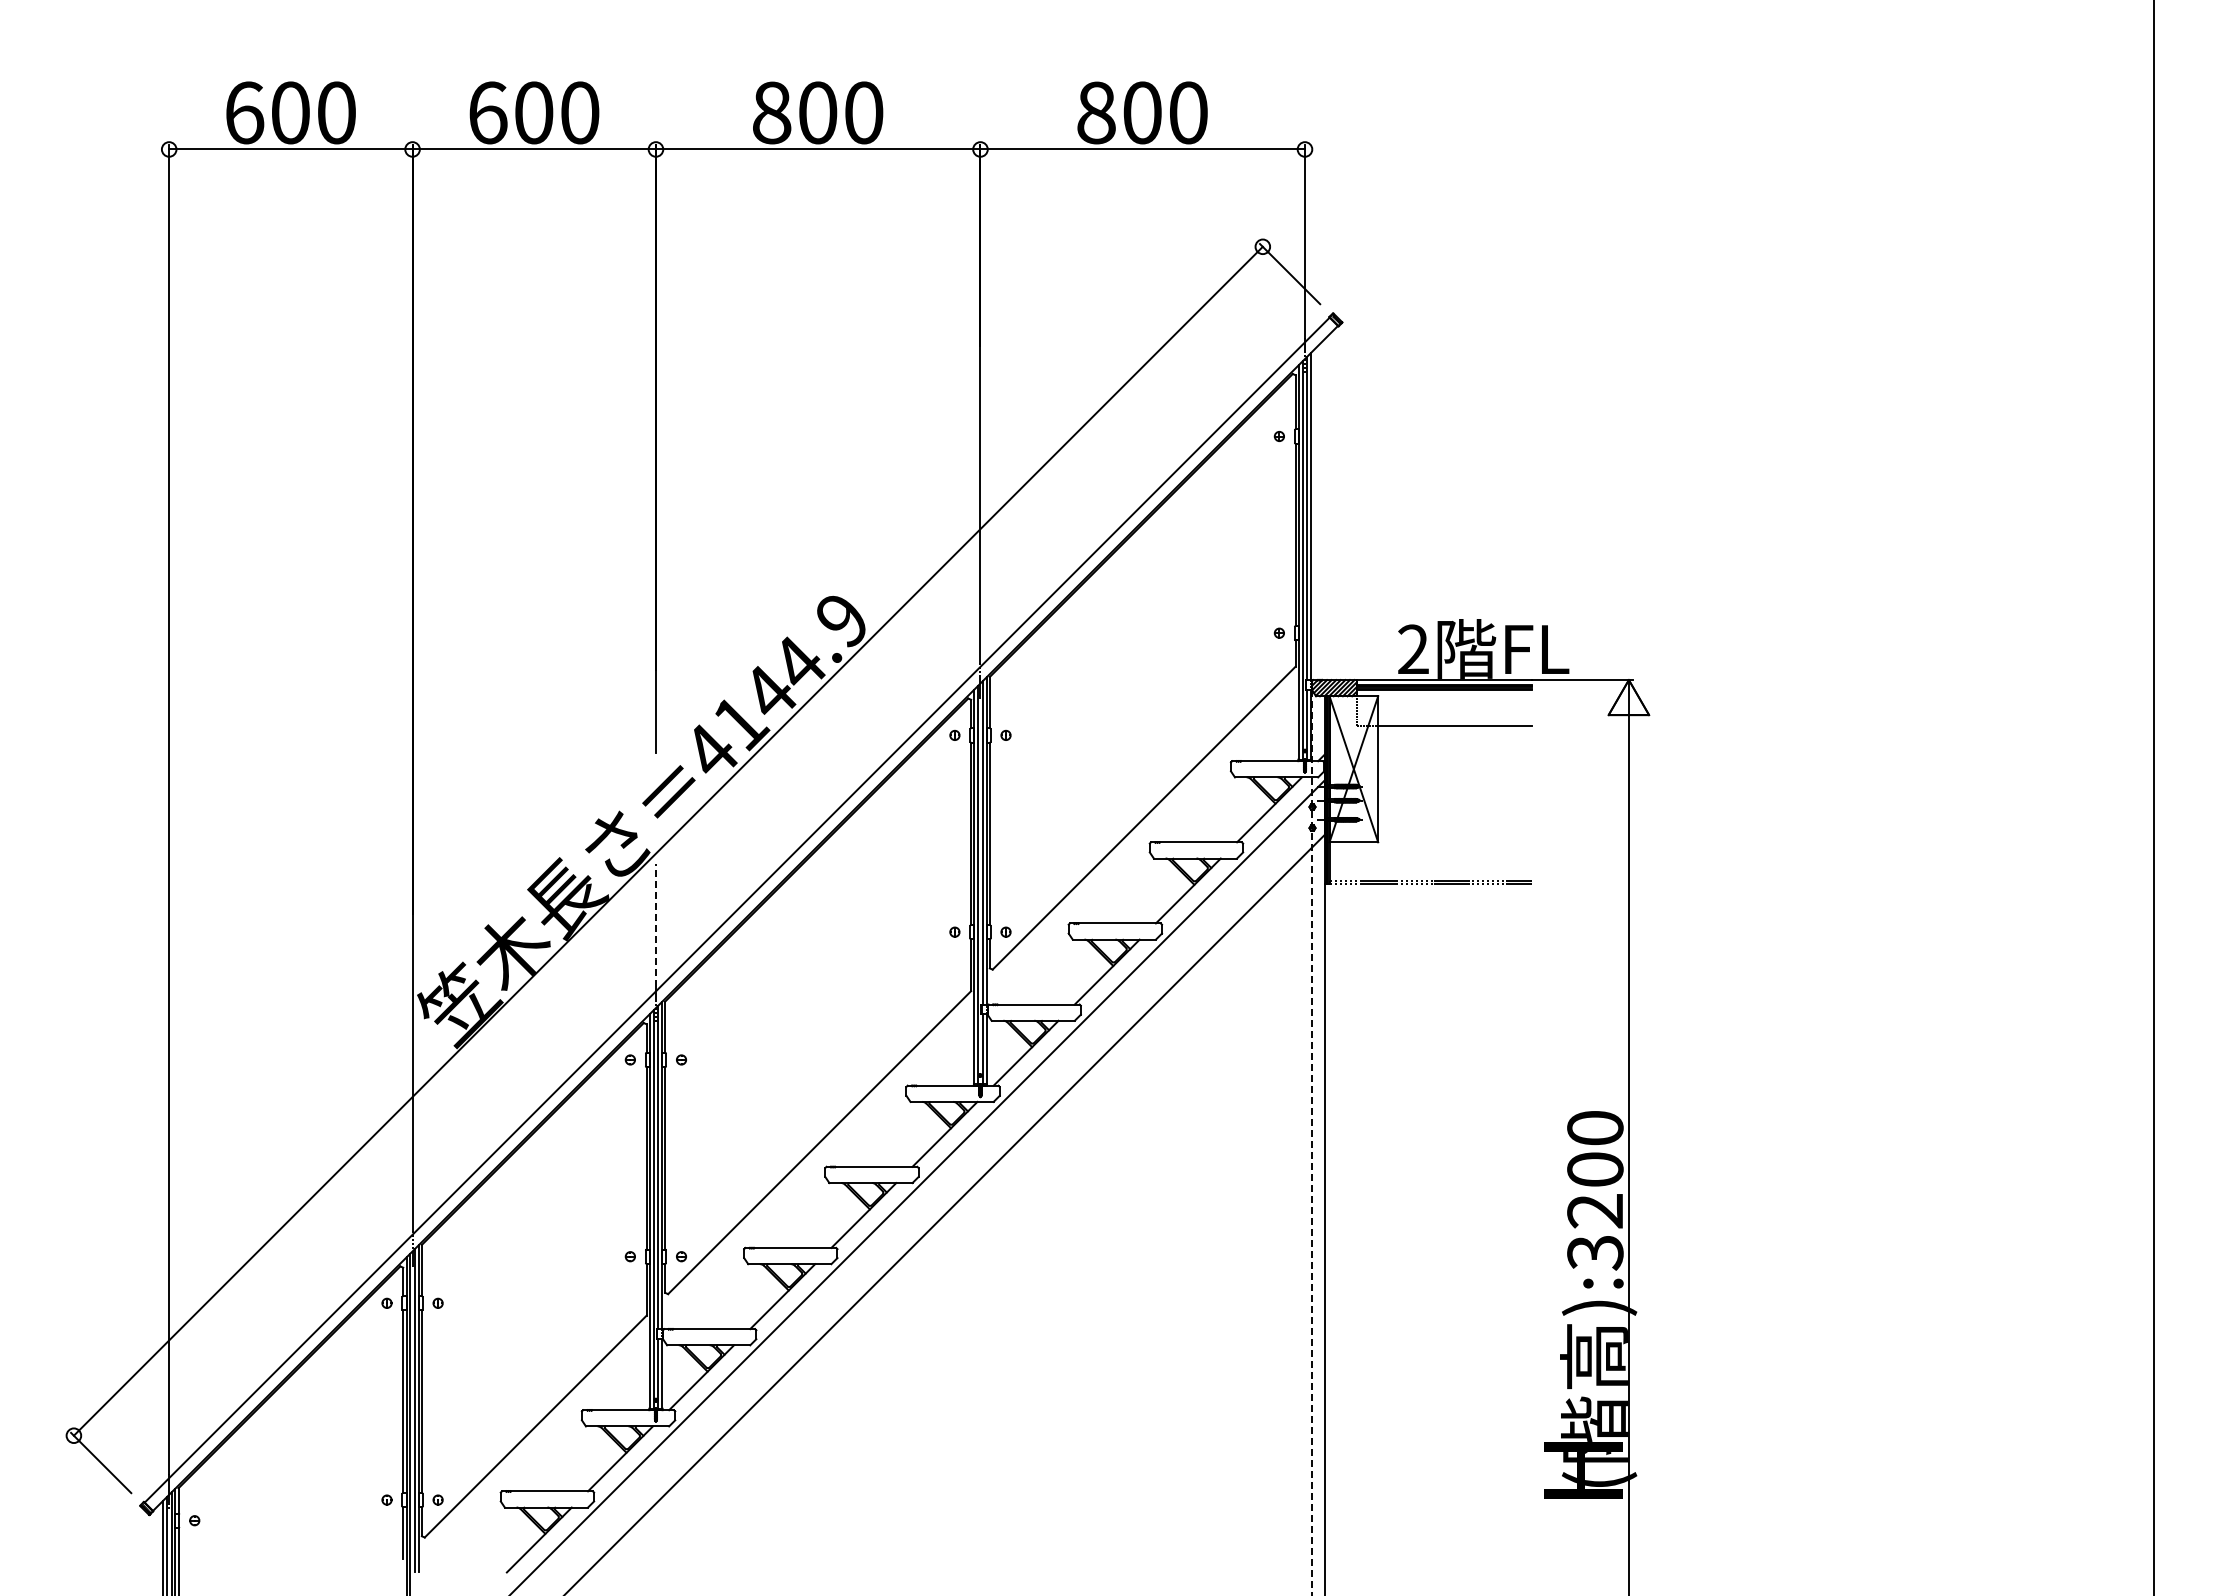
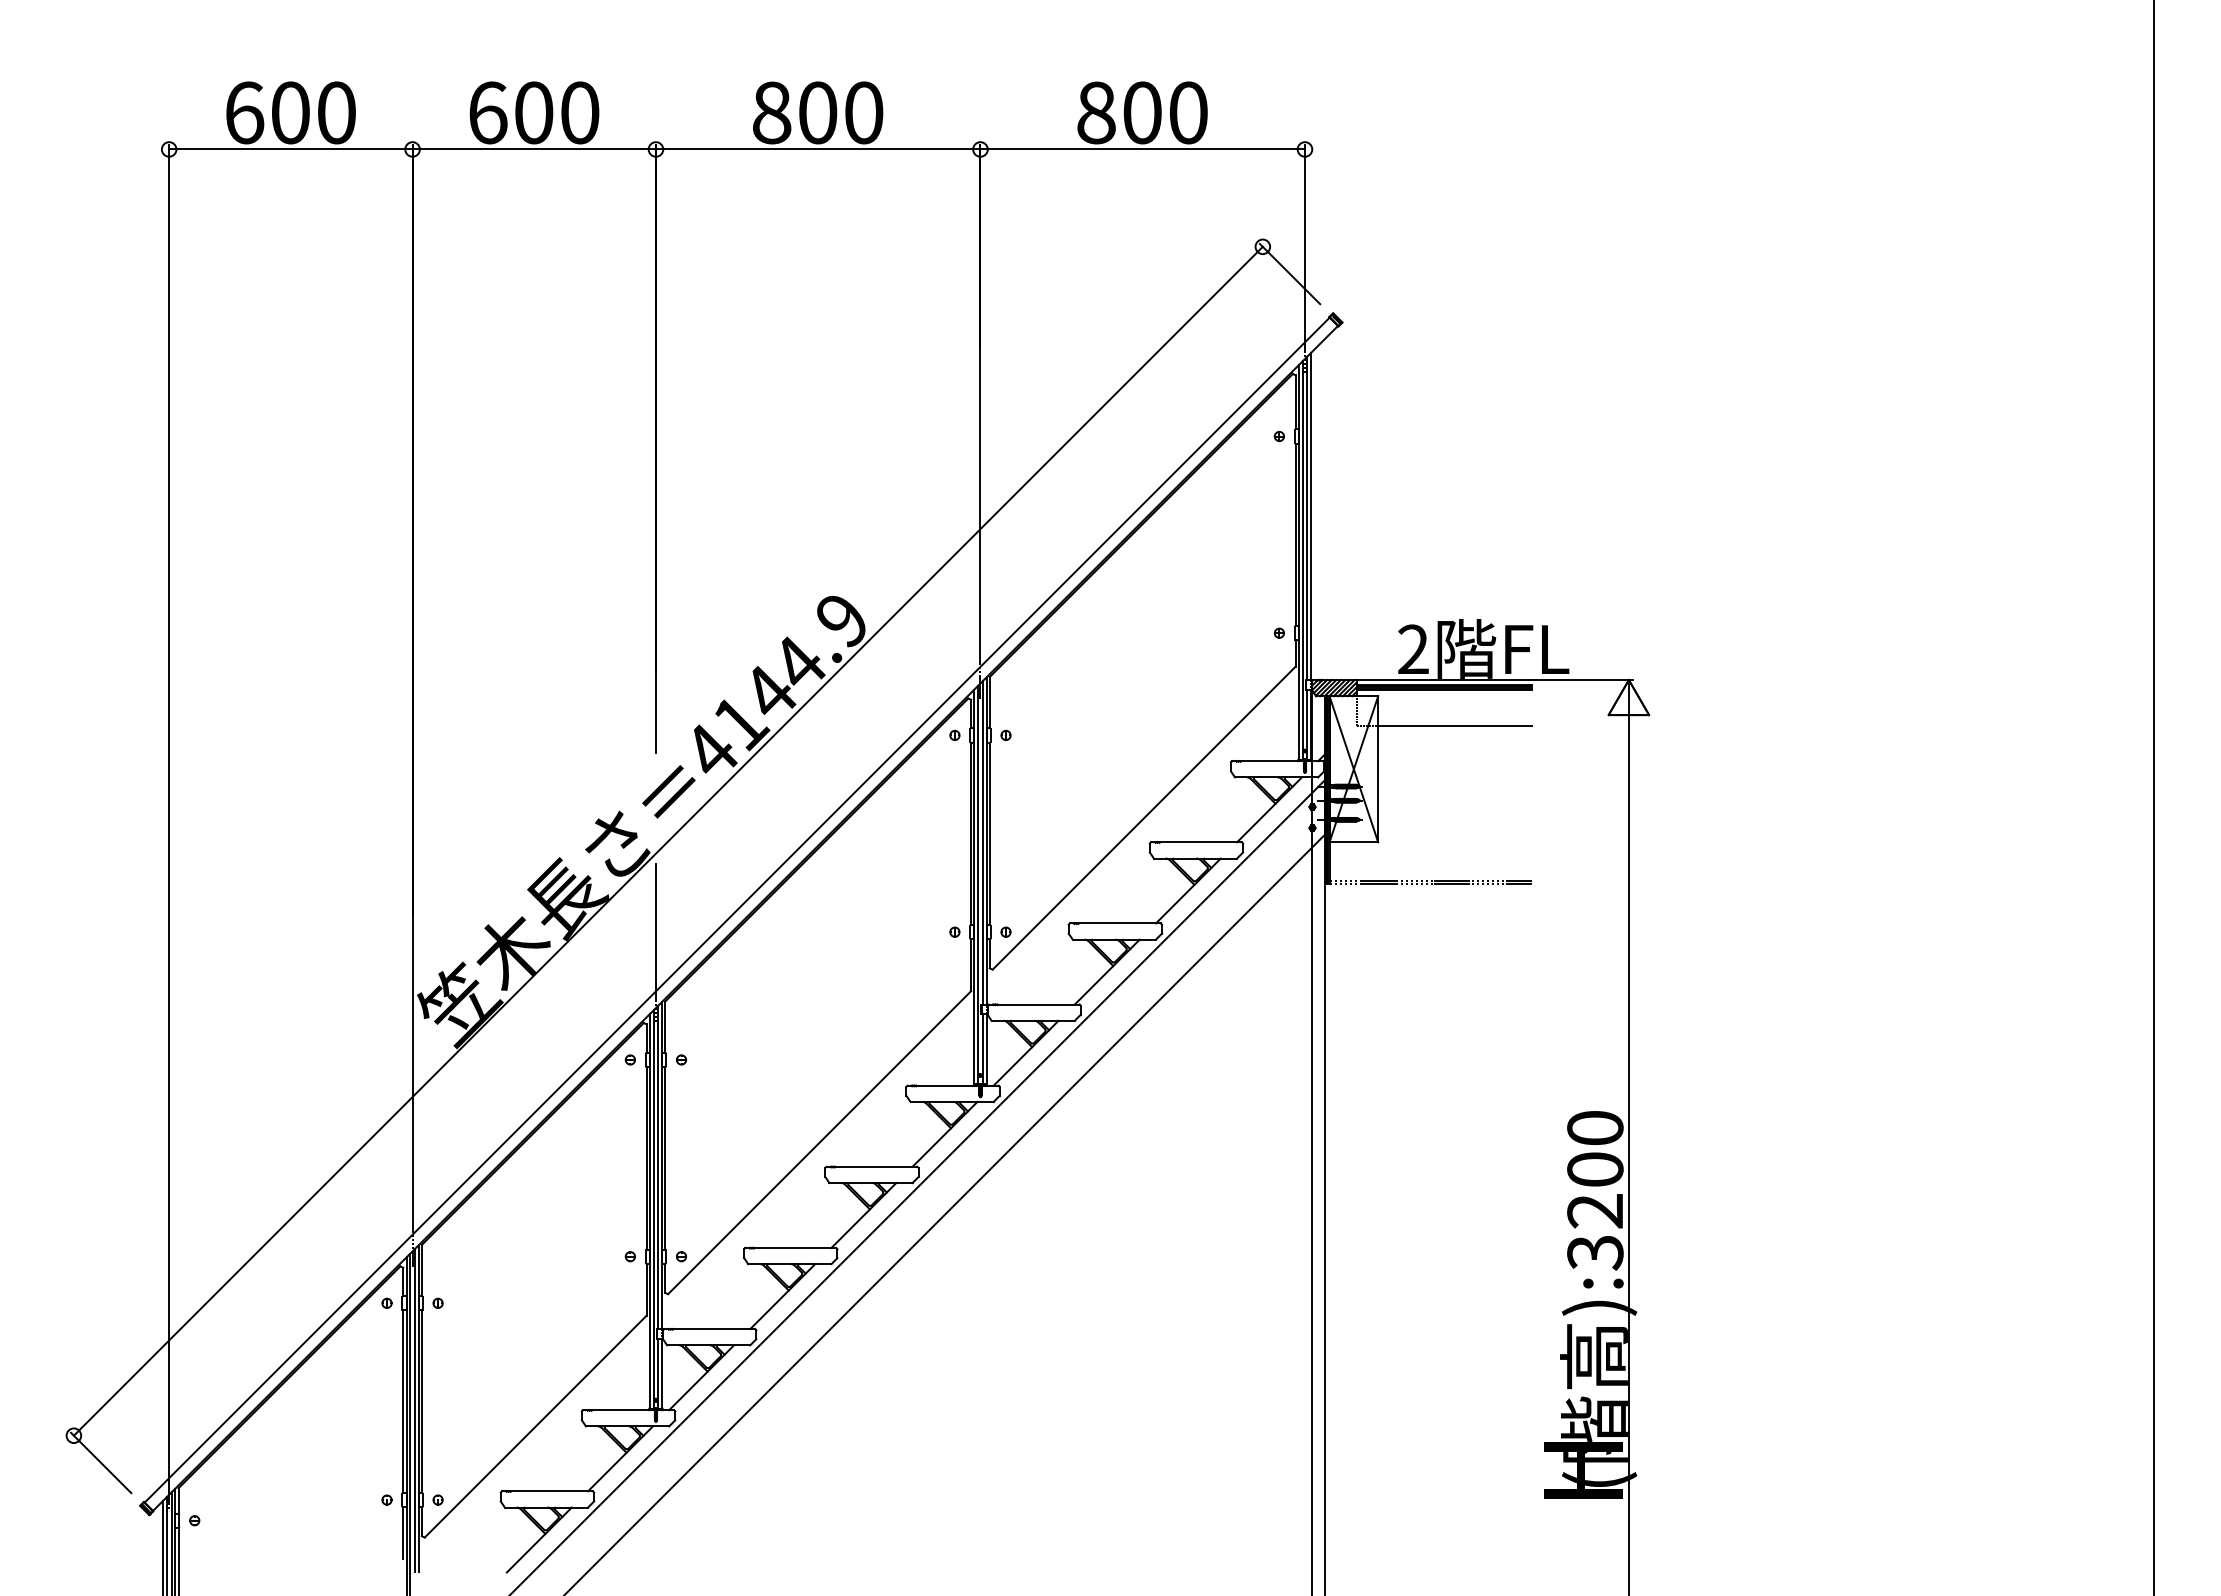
line at (655, 925): dashed -> solid
line at (1312, 1142): dashed -> solid
